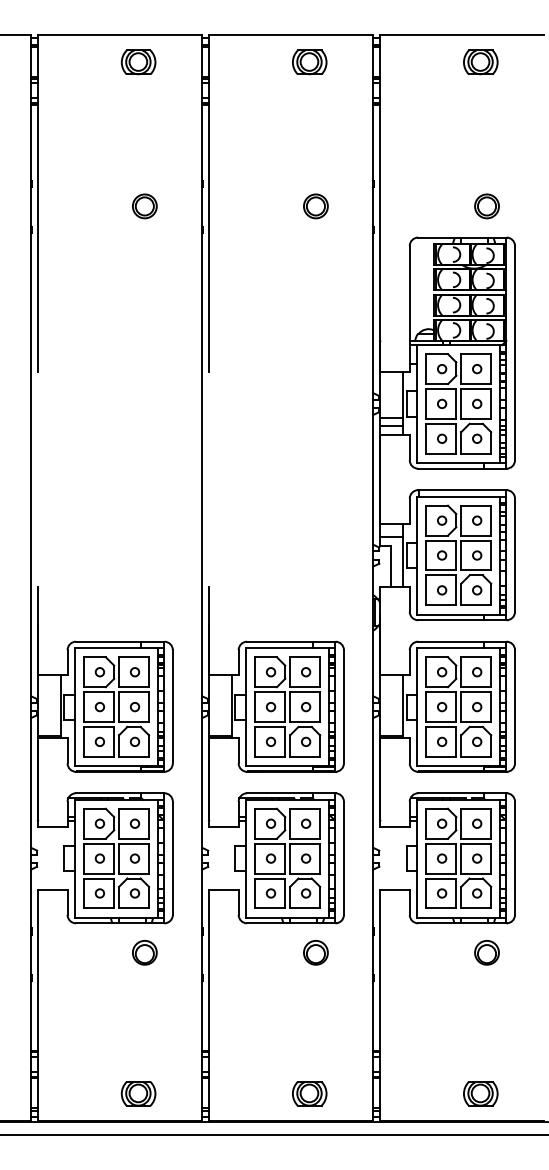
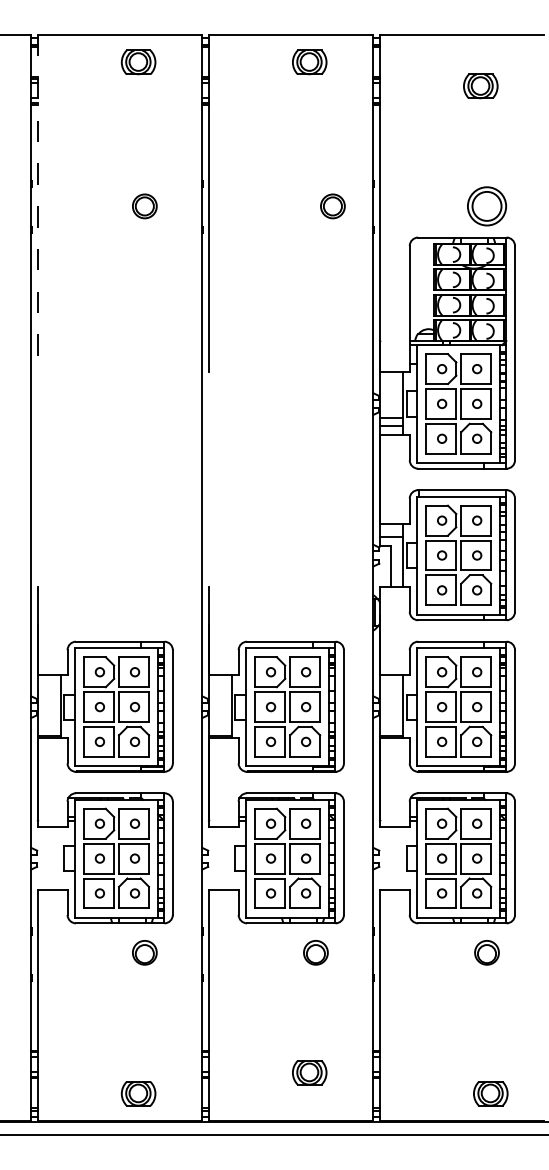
part at (480, 62) position: (480, 62) -> (480, 86)
line at (38, 203): solid -> dashed
part at (315, 206) position: (315, 206) -> (332, 206)
part at (486, 206) size: 26x27 px -> 40x41 px
part at (309, 1093) position: (309, 1093) -> (309, 1072)
part at (480, 1093) position: (480, 1093) -> (490, 1093)
